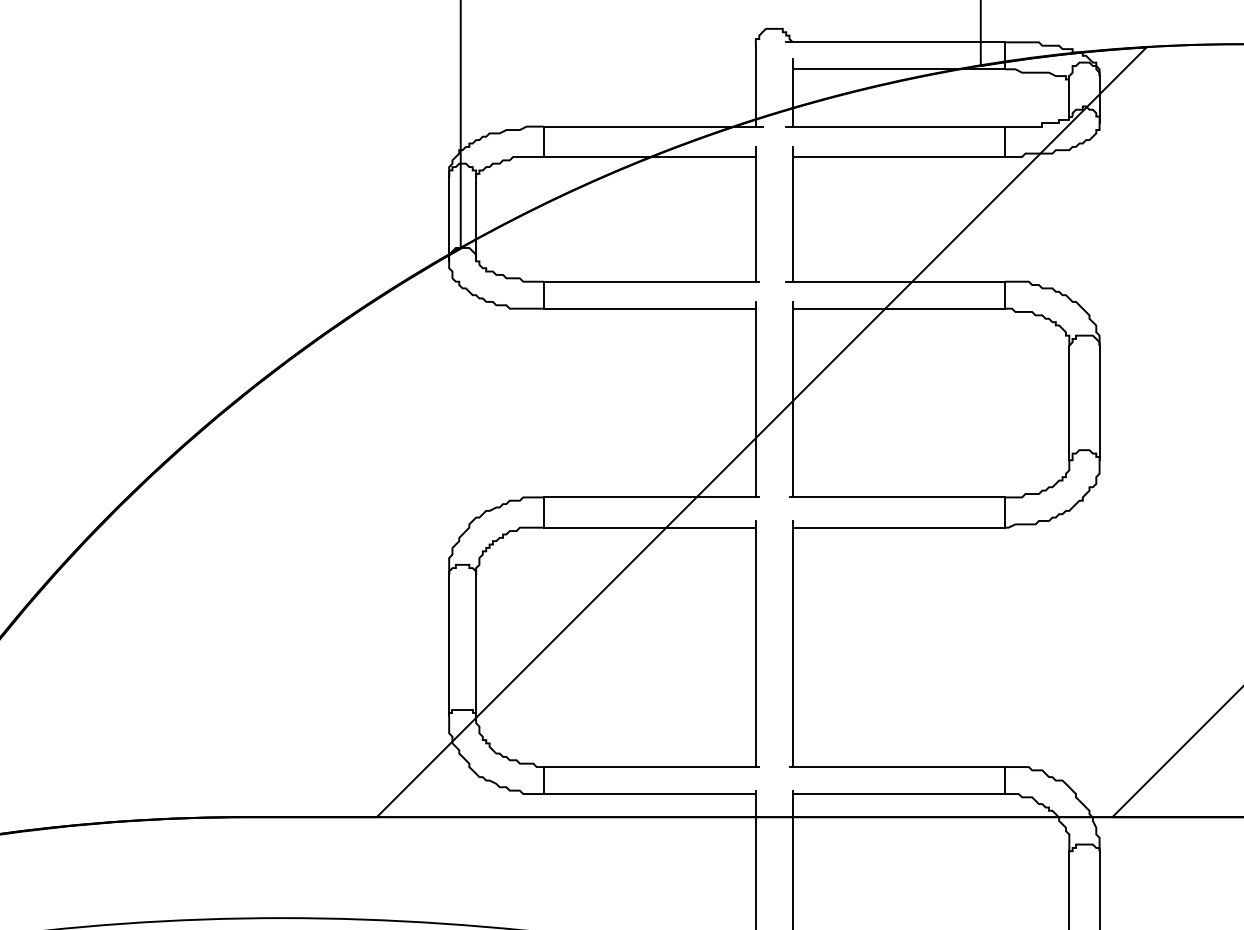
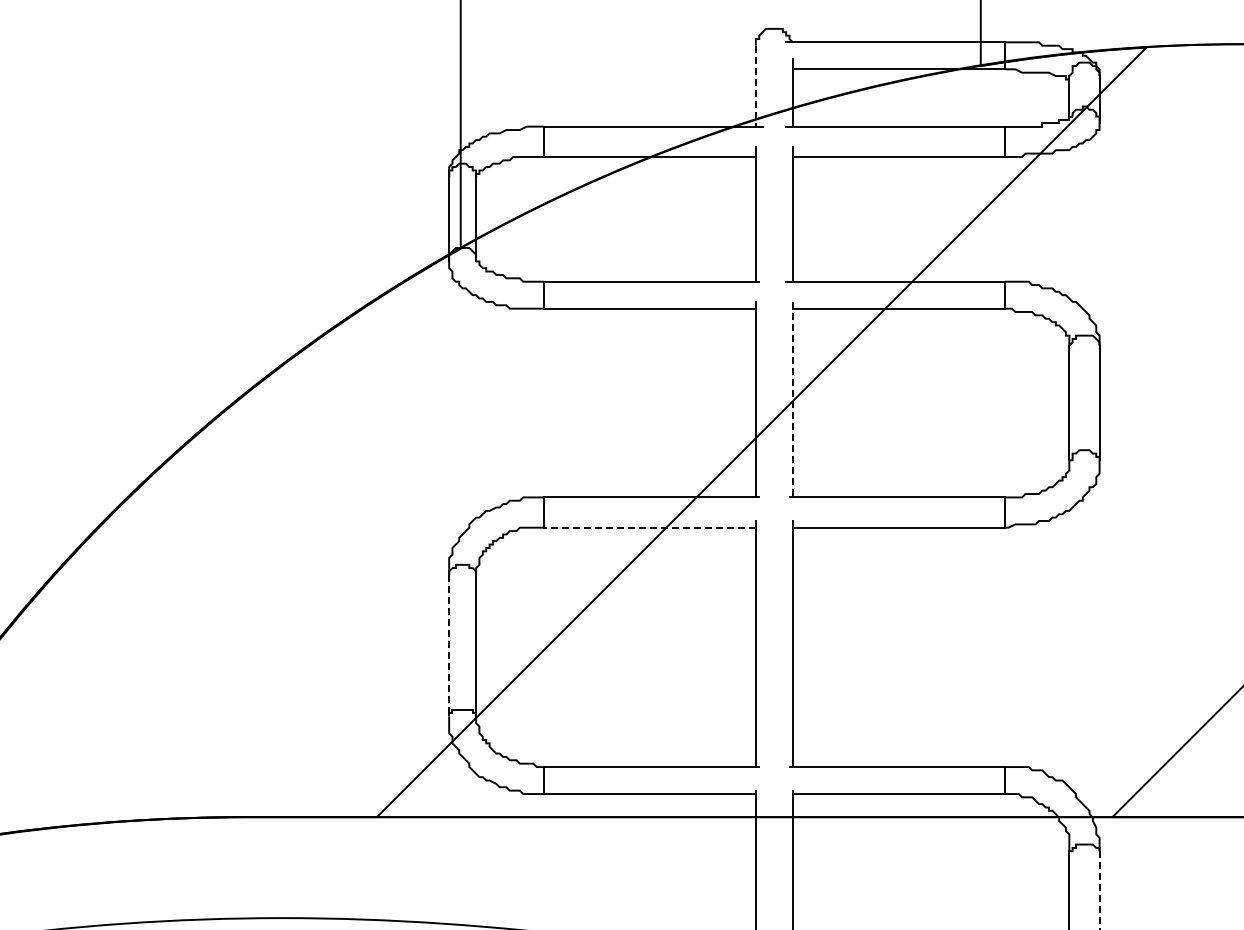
line at (755, 86): solid -> dashed
line at (792, 399): solid -> dashed
line at (649, 527): solid -> dashed
line at (449, 645): solid -> dashed
line at (1099, 891): solid -> dashed
